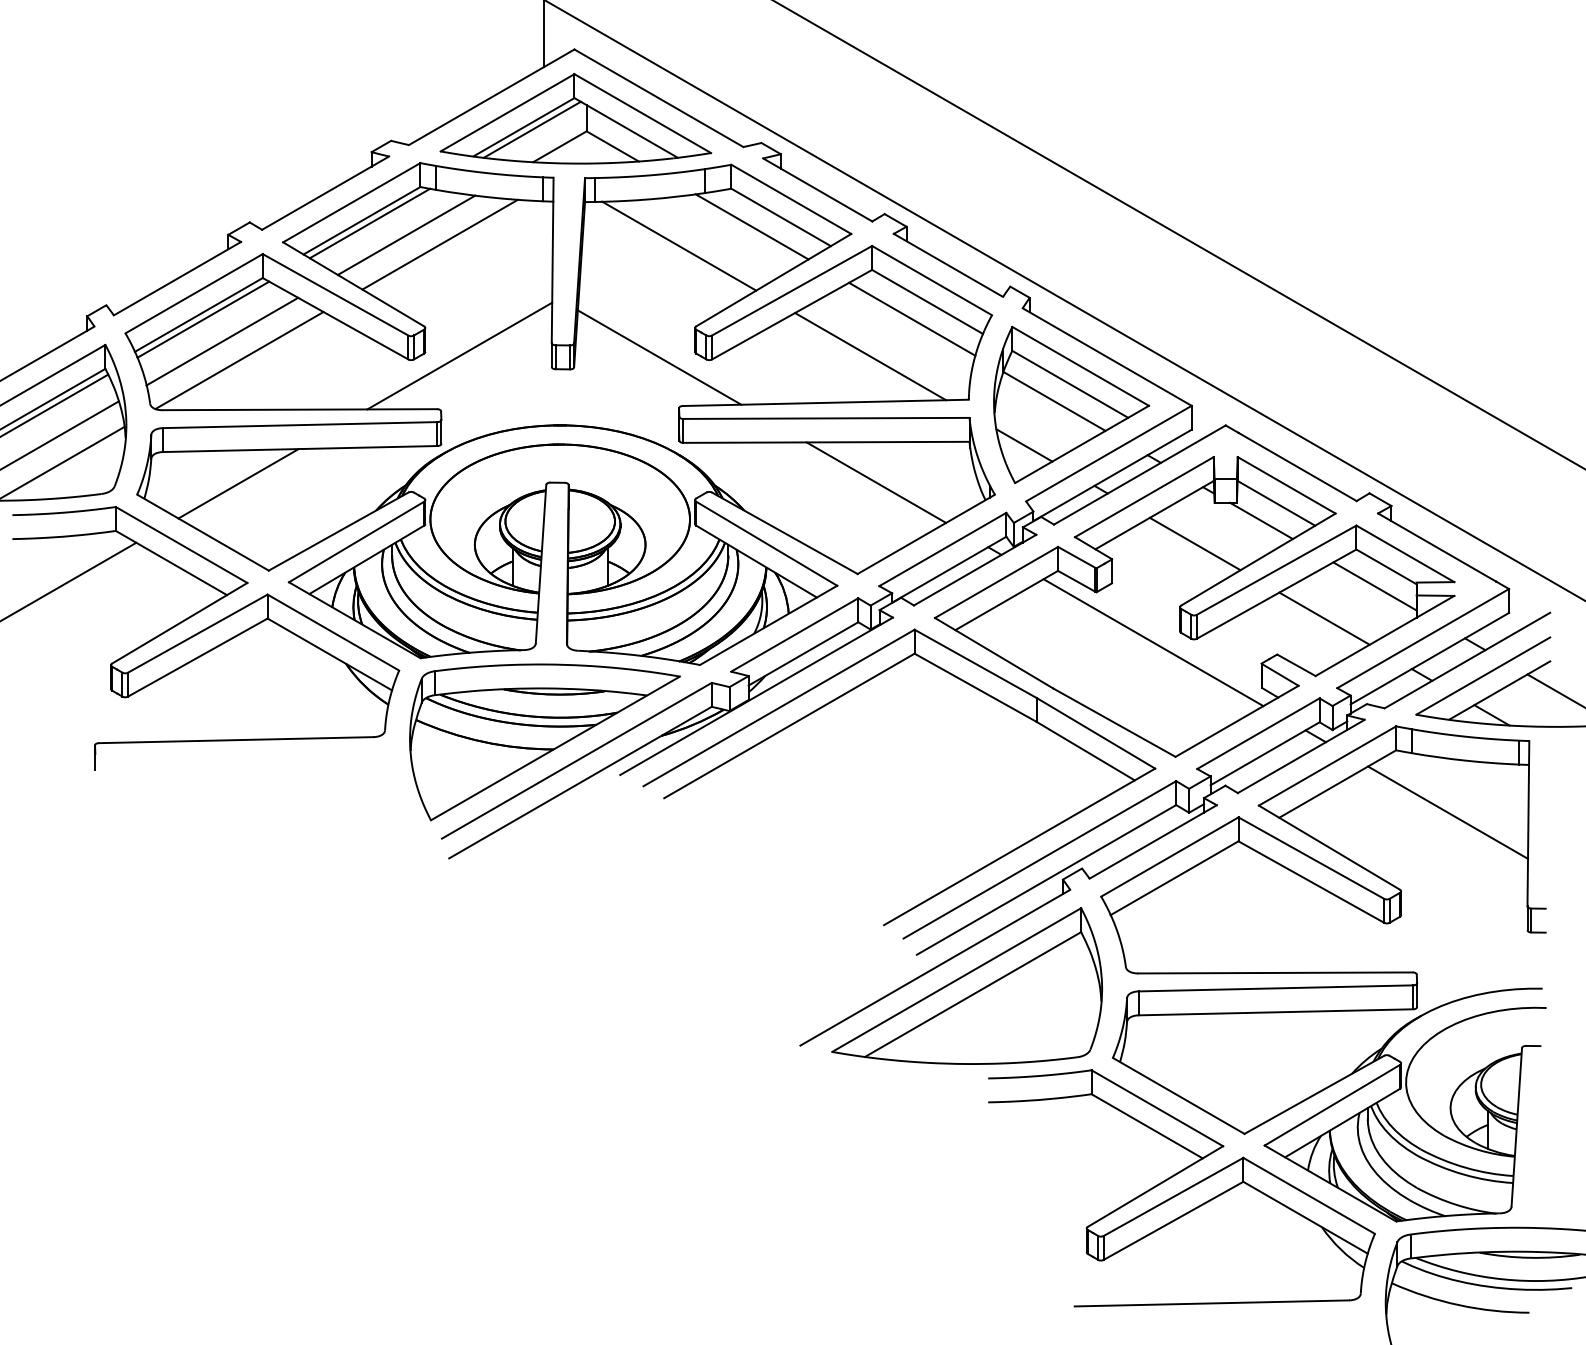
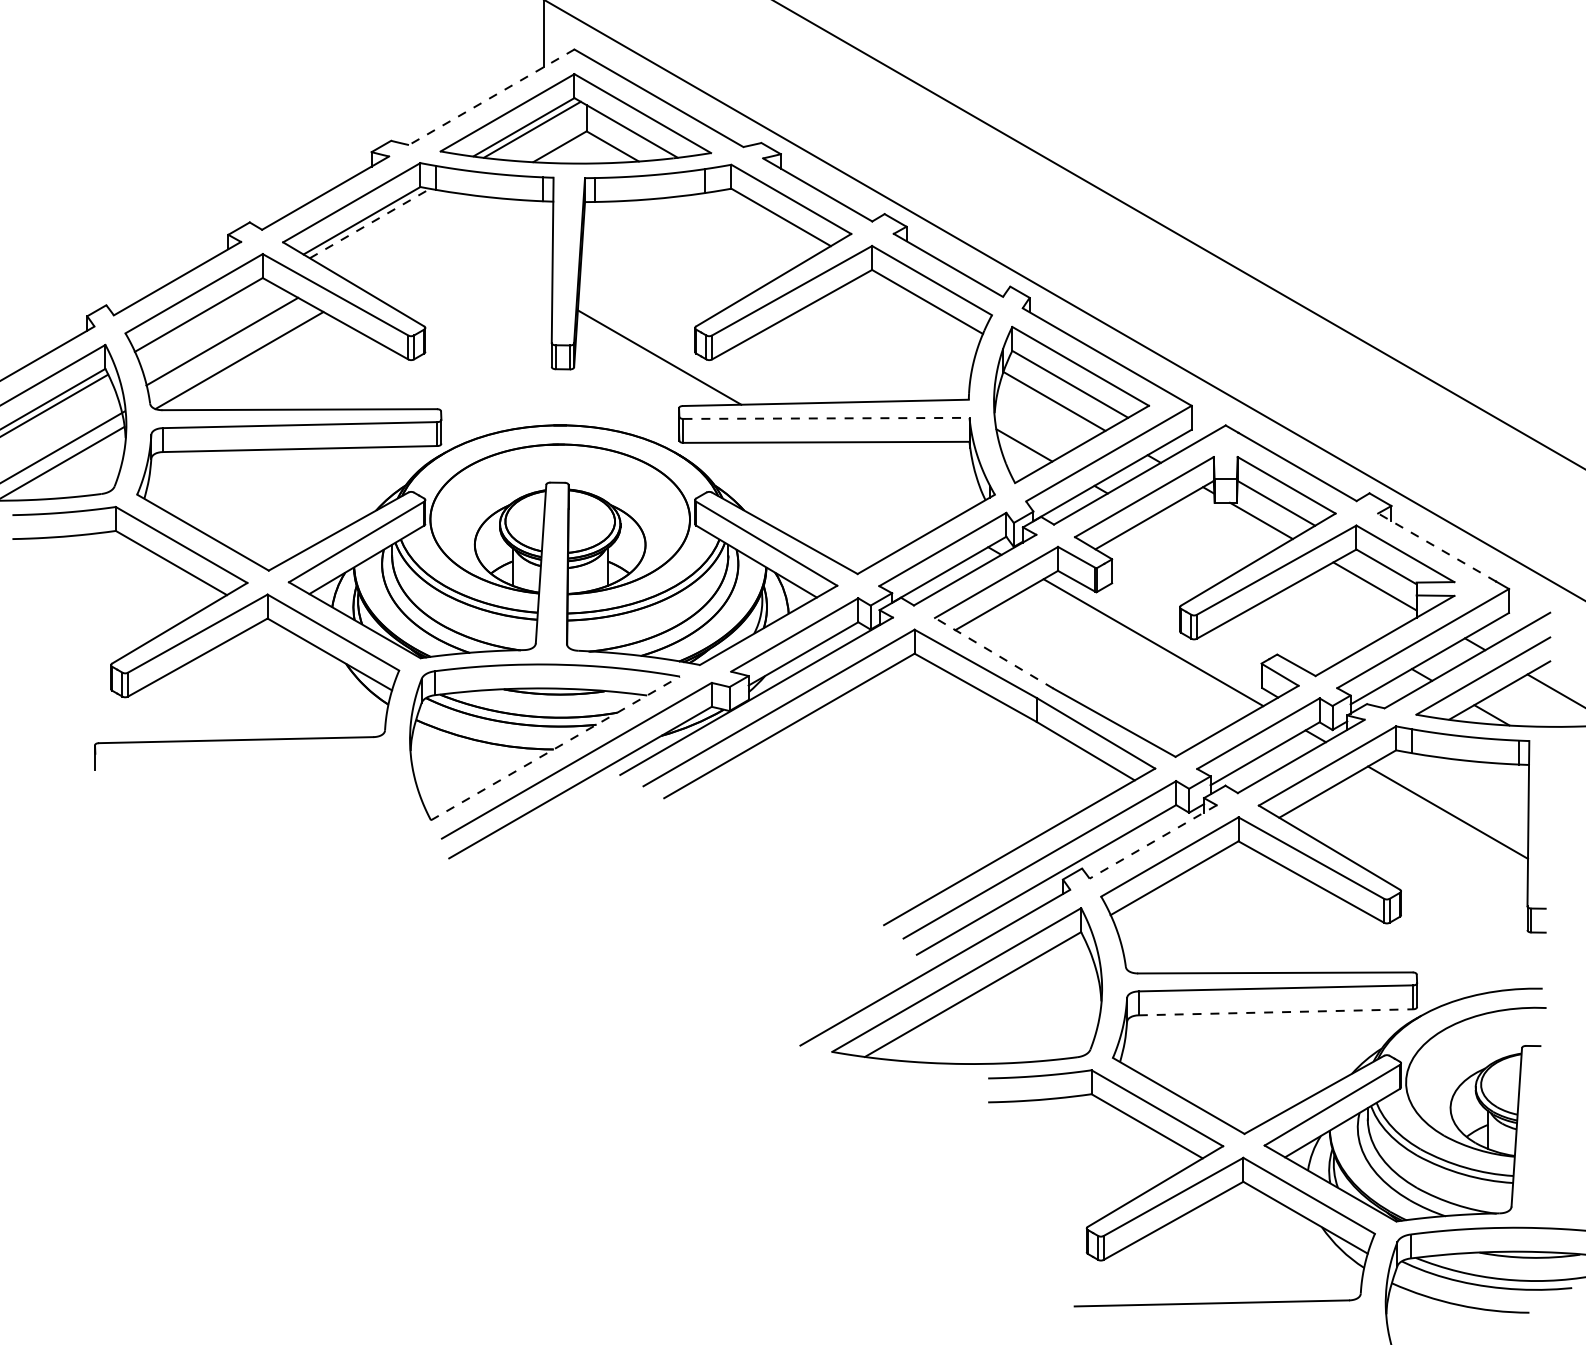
line at (491, 97): solid -> dashed
line at (370, 223): solid -> dashed
line at (751, 226): present -> none
line at (406, 234): present -> none
line at (439, 244): present -> none
line at (679, 245): present -> none
line at (912, 318): present -> none
line at (203, 319): present -> none
line at (459, 355): present -> none
line at (870, 356): present -> none
line at (826, 418): solid -> dashed
line at (60, 434) position: (60, 434) -> (63, 446)
line at (876, 482): present -> none
line at (238, 483): present -> none
line at (1194, 543): present -> none
line at (1436, 547): solid -> dashed
line at (69, 581): present -> none
line at (1324, 618): present -> none
line at (994, 653): solid -> dashed
line at (555, 748): solid -> dashed
line at (1152, 842): solid -> dashed
line at (1276, 1012): solid -> dashed
